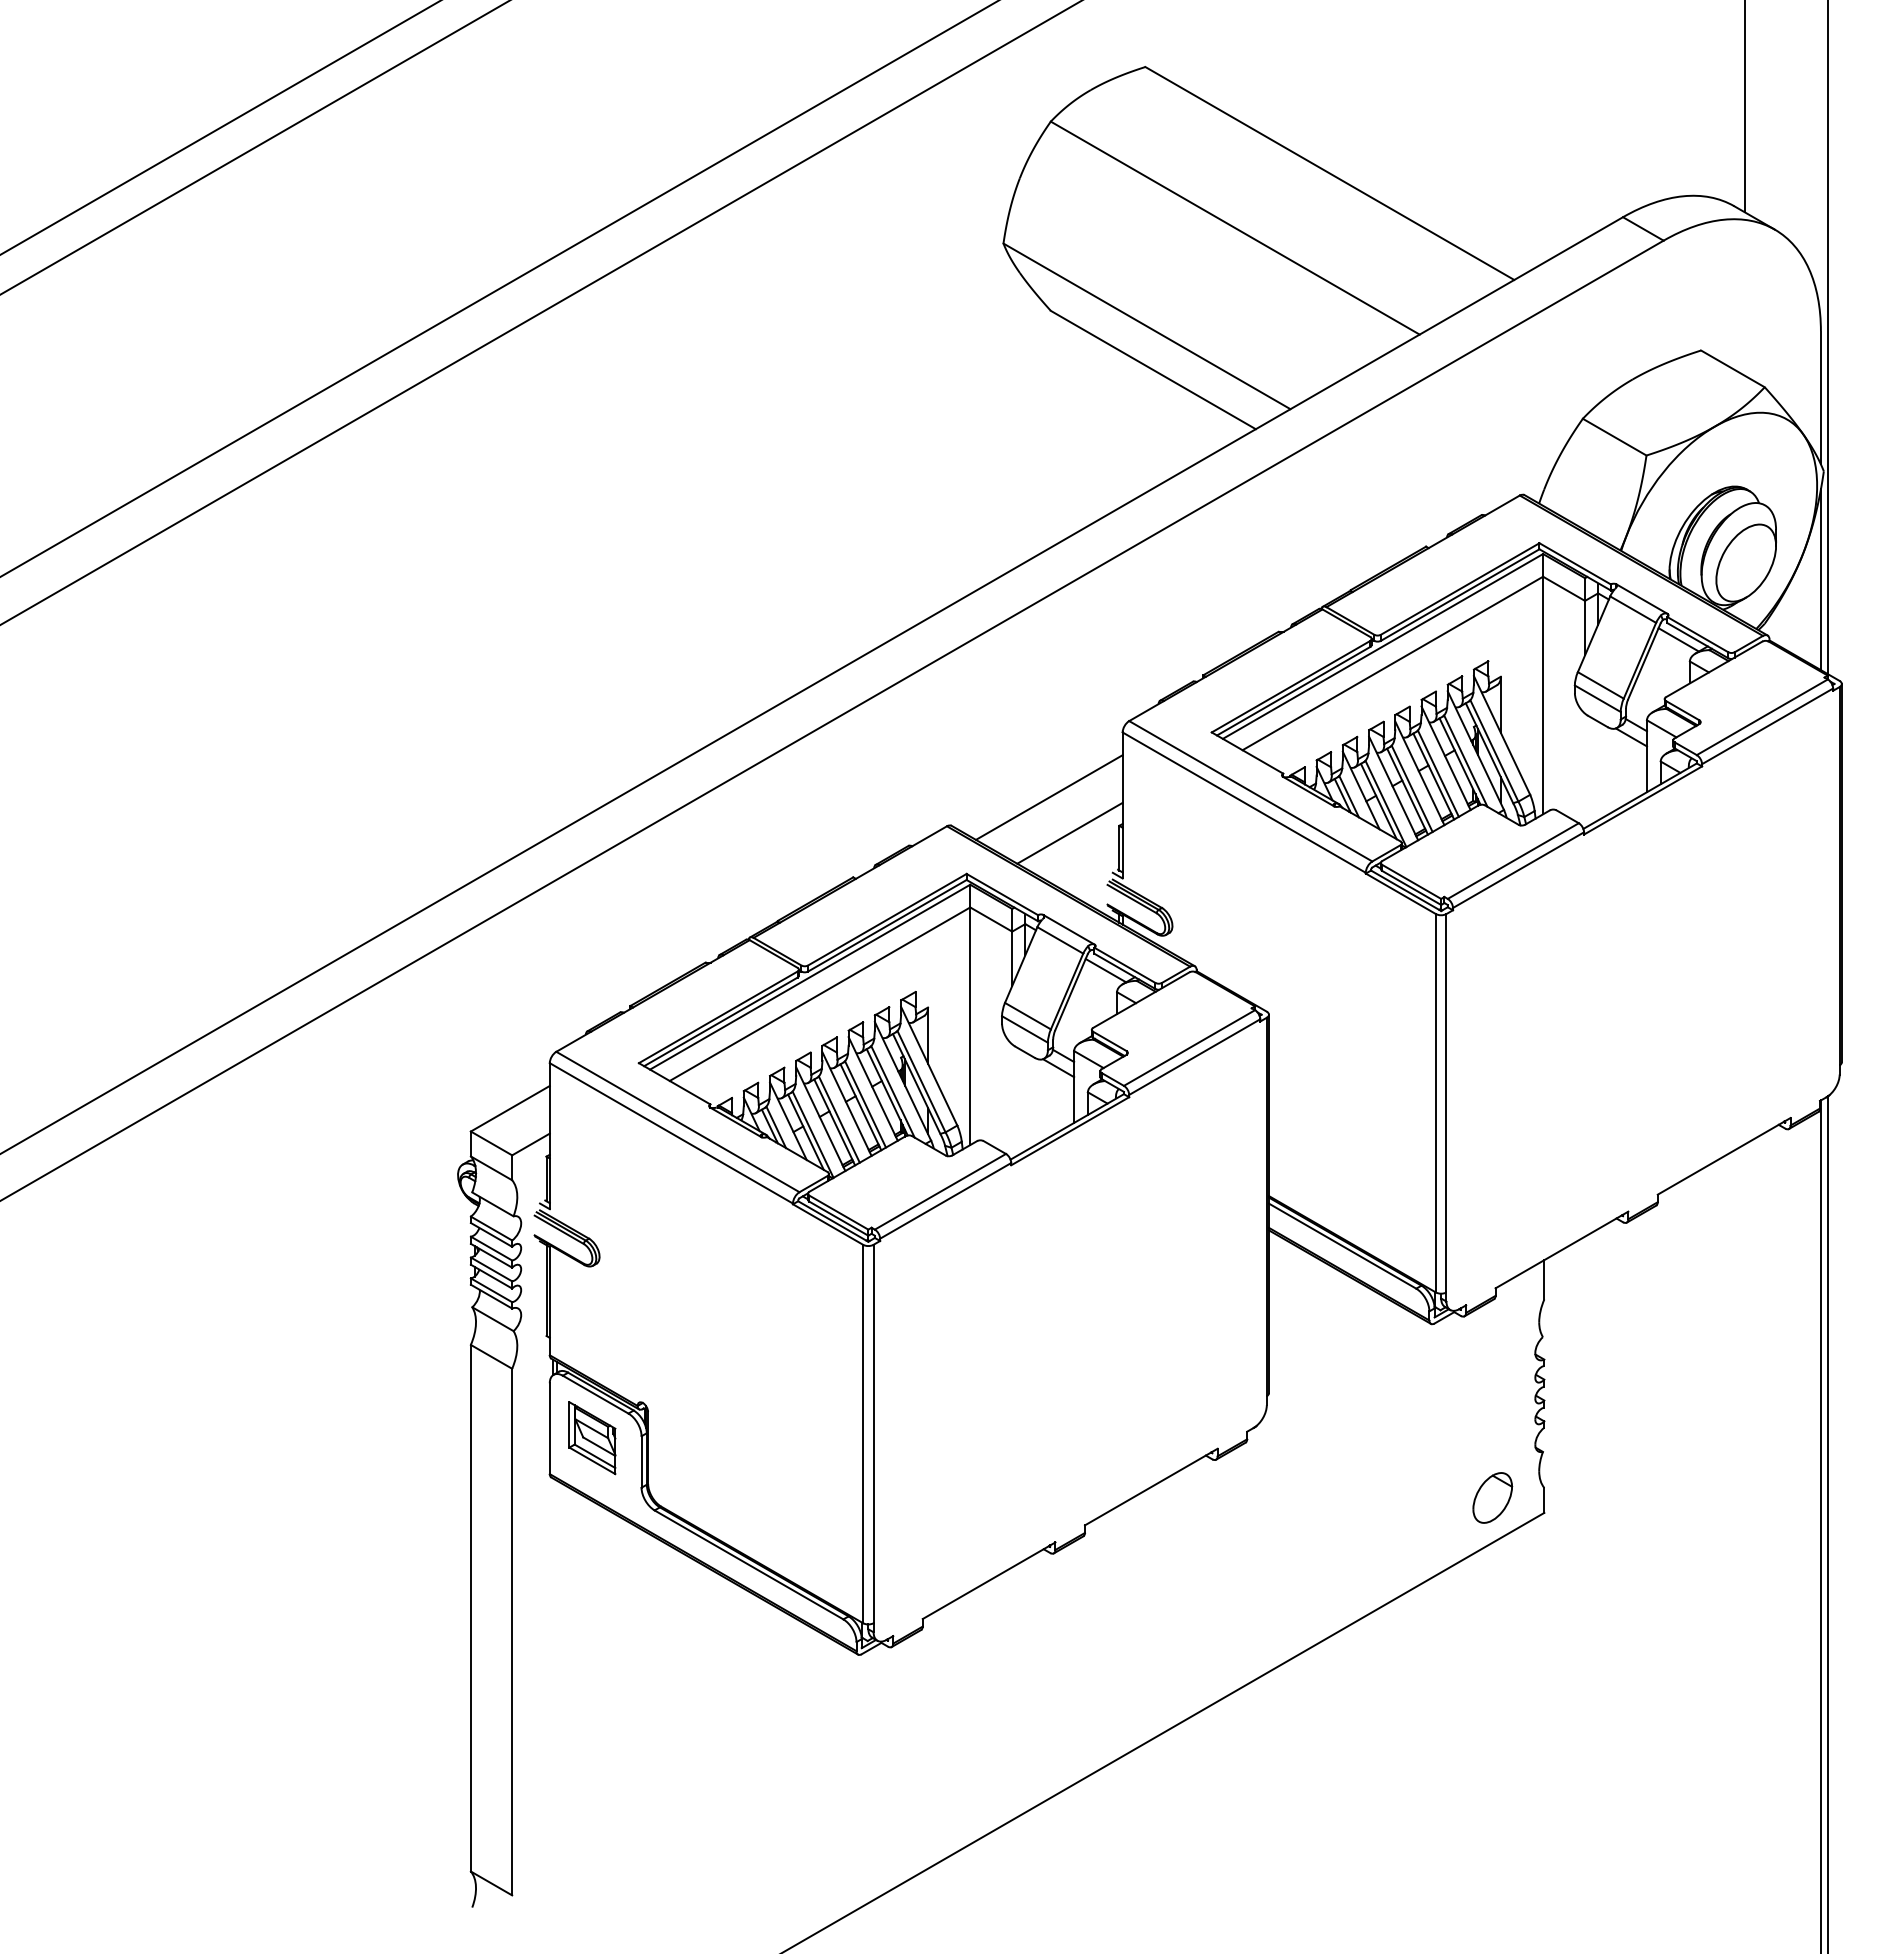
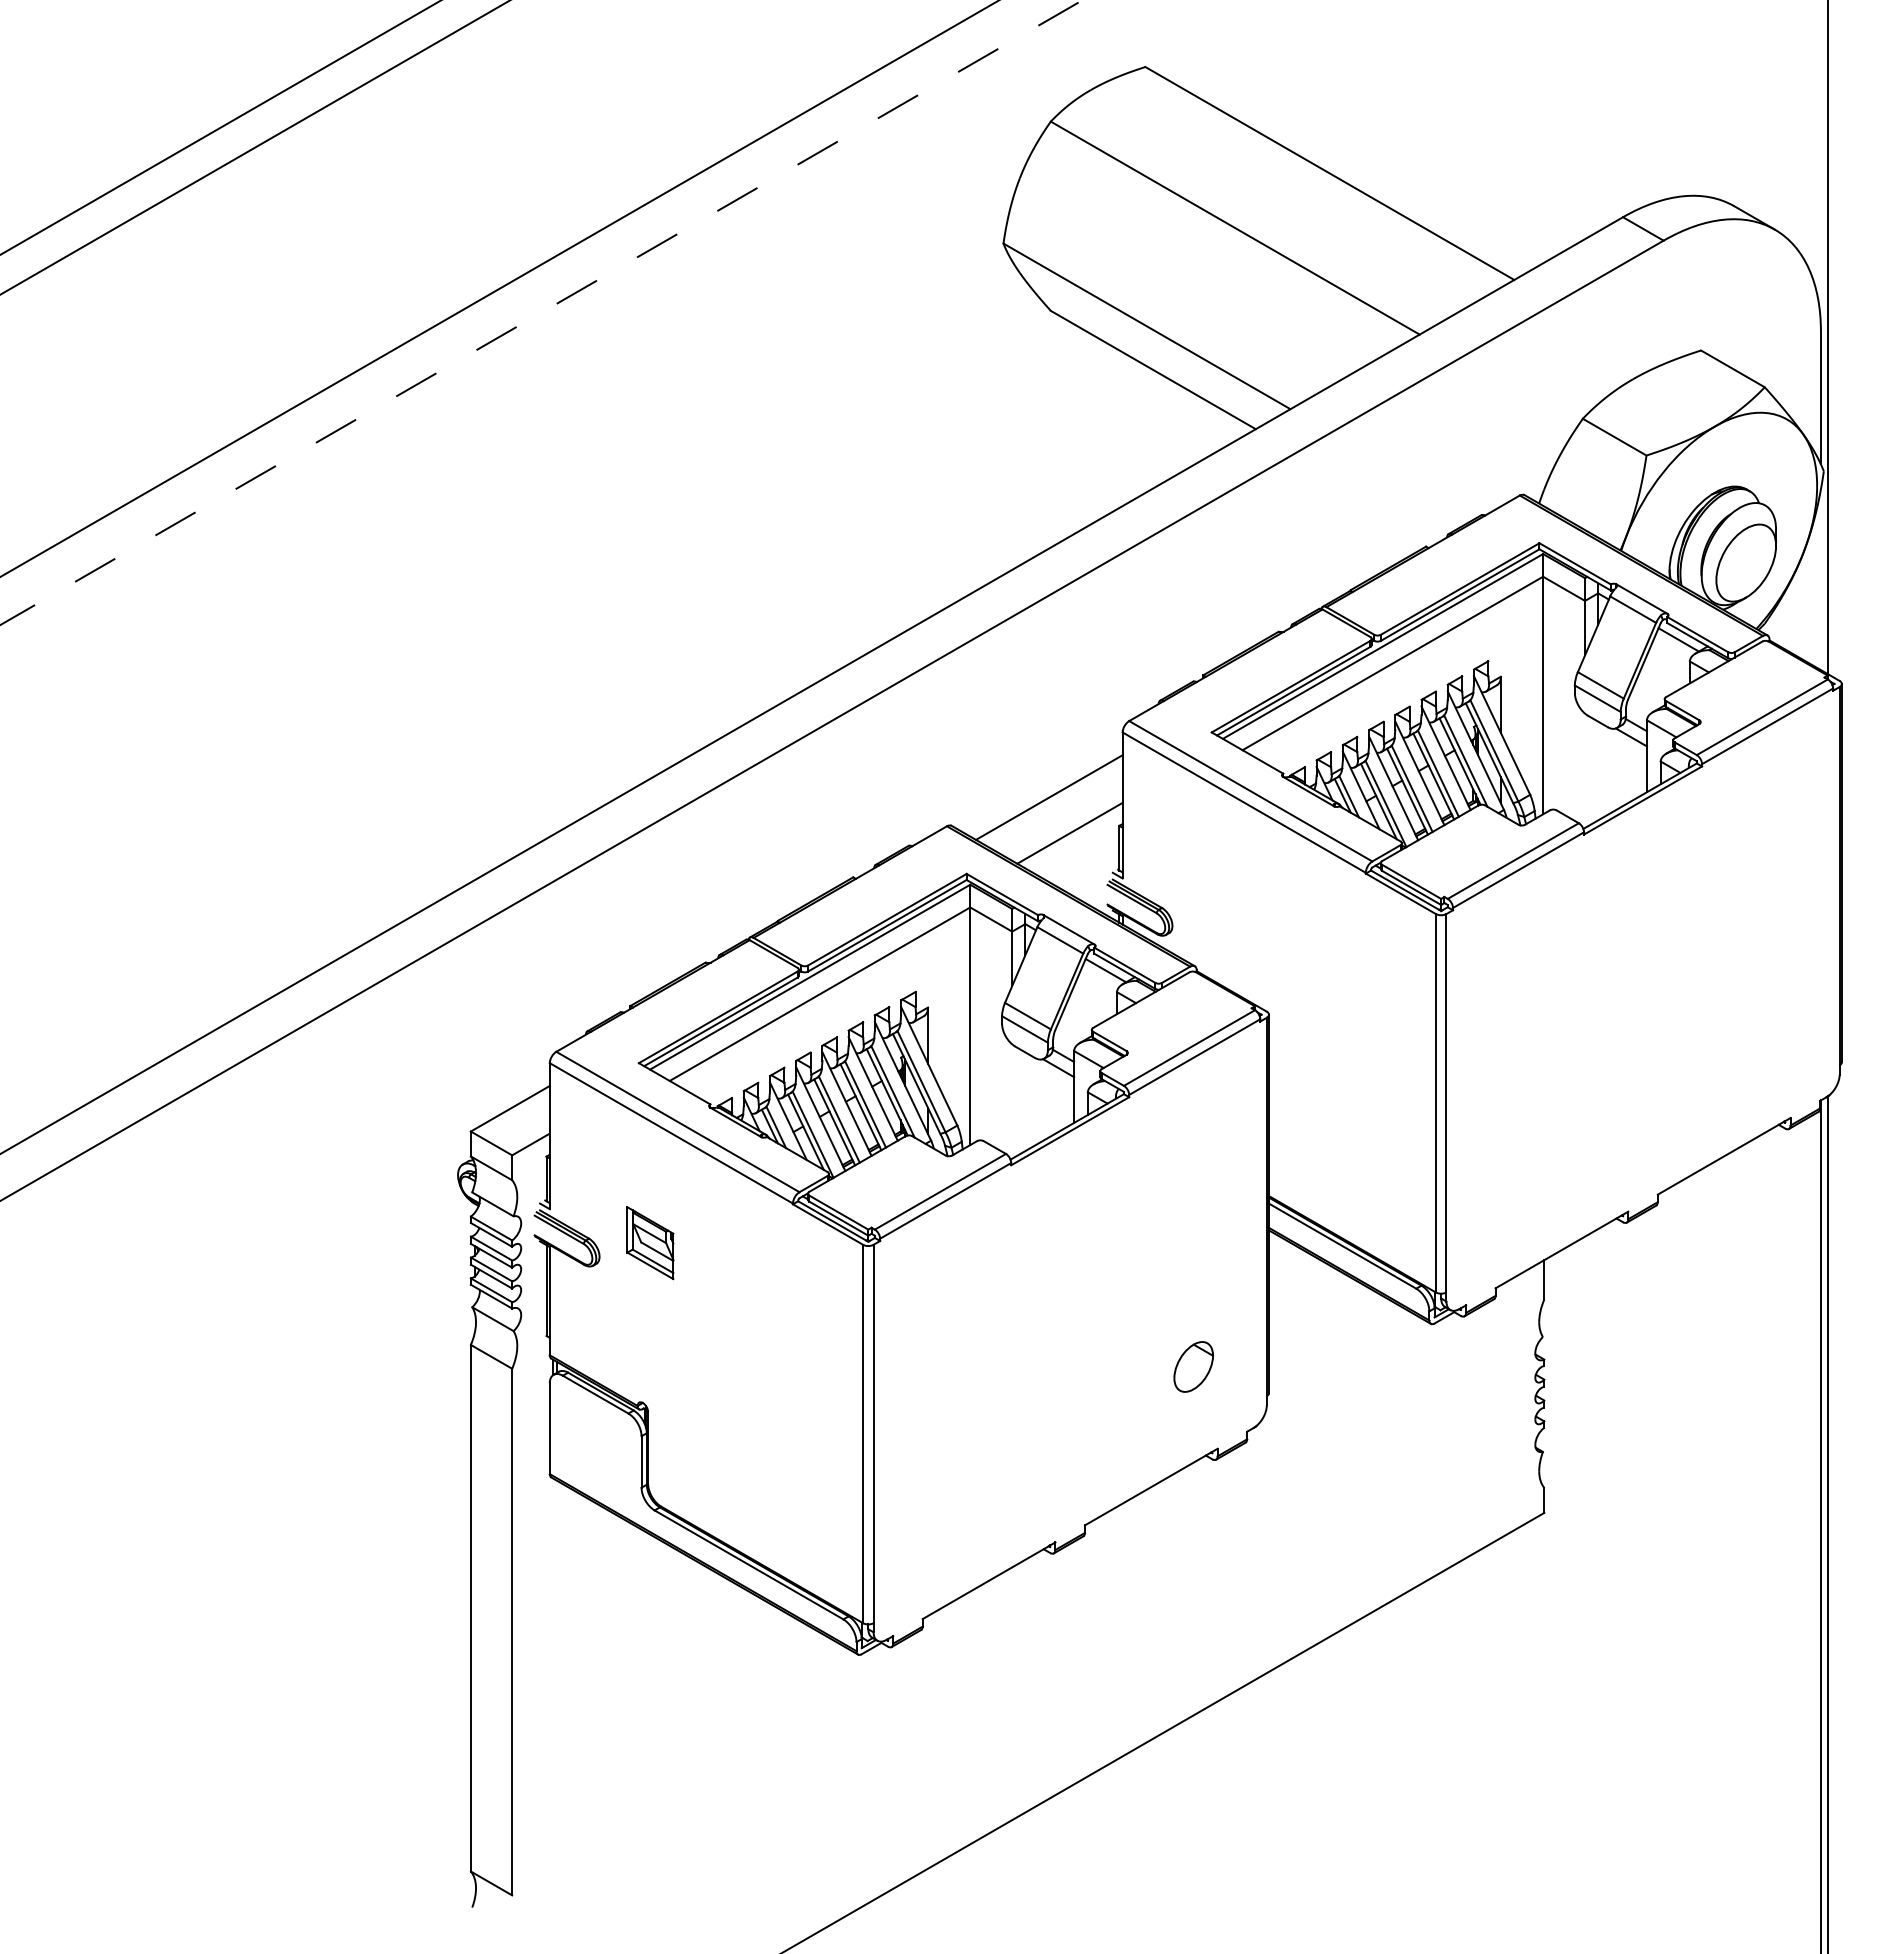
line at (1744, 107): present -> none
line at (542, 312): solid -> dashed
line at (1820, 579): present -> none
part at (592, 1438) position: (592, 1438) -> (650, 1243)
part at (1492, 1497) position: (1492, 1497) -> (1193, 1366)
